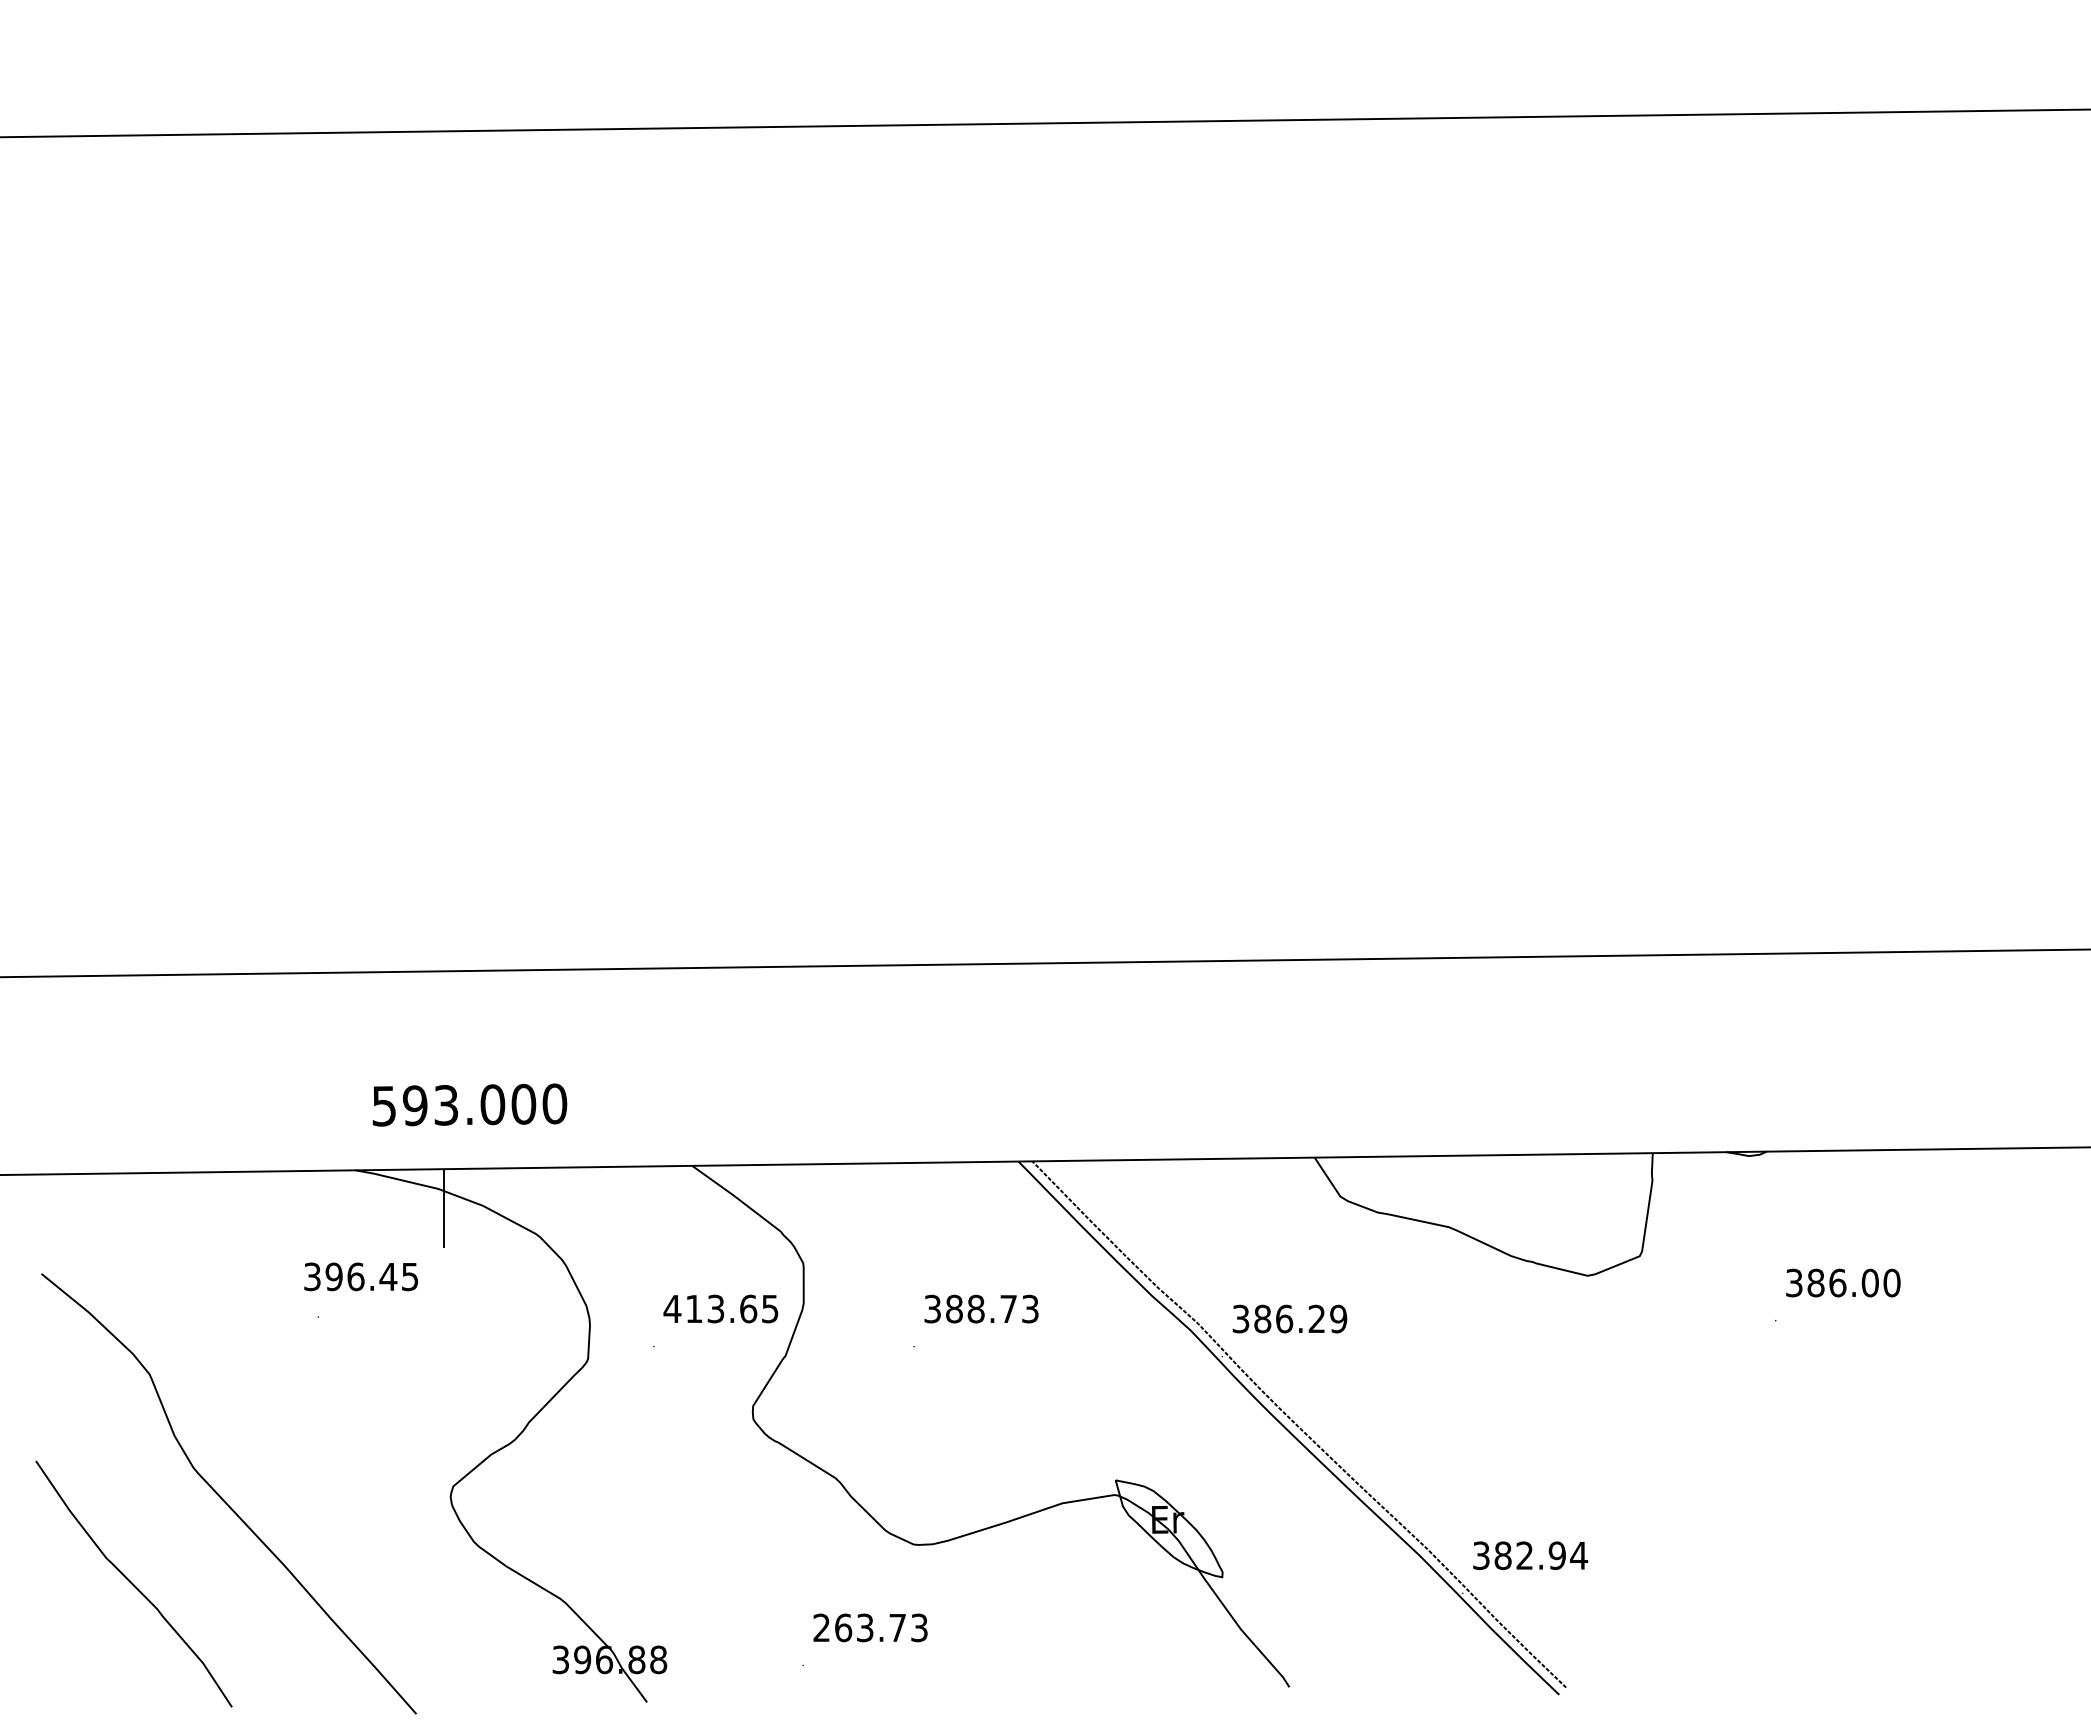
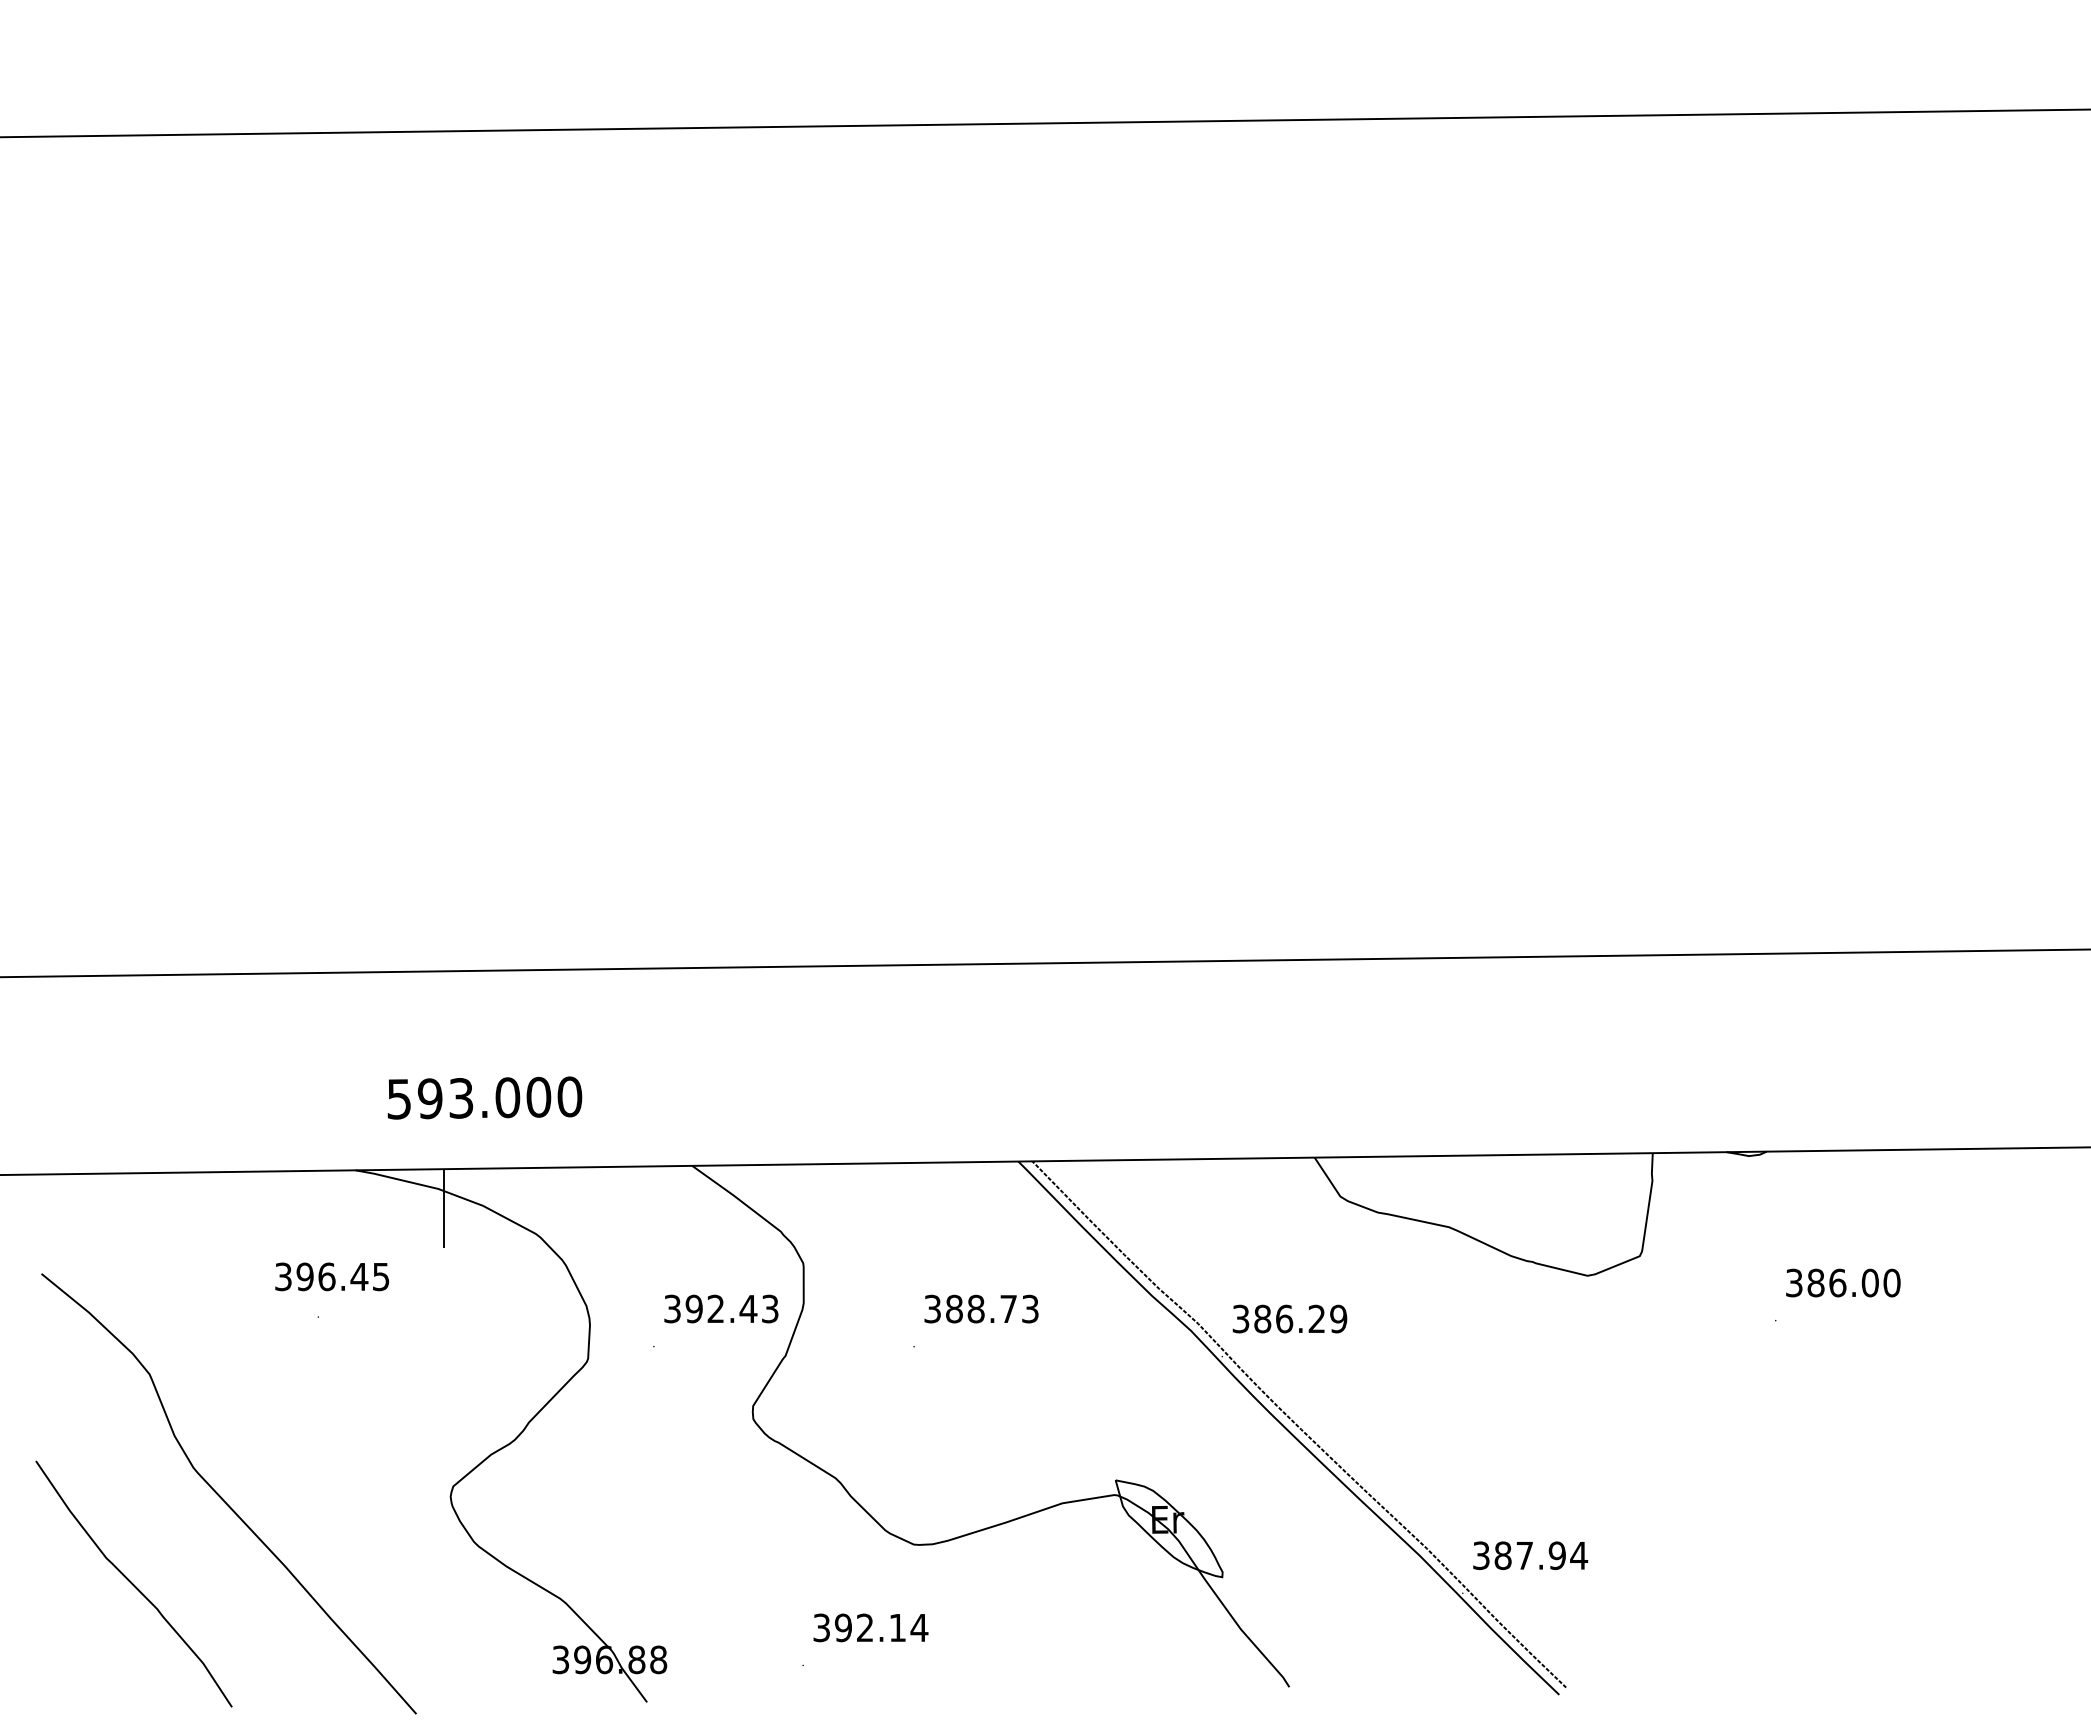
text at (469, 1104) position: (469, 1104) -> (484, 1097)
text at (361, 1276) position: (361, 1276) -> (332, 1276)
text at (720, 1308): 413.65 -> 392.43
text at (1524, 1555): 382.94 -> 387.94
text at (870, 1627): 263.73 -> 392.14
